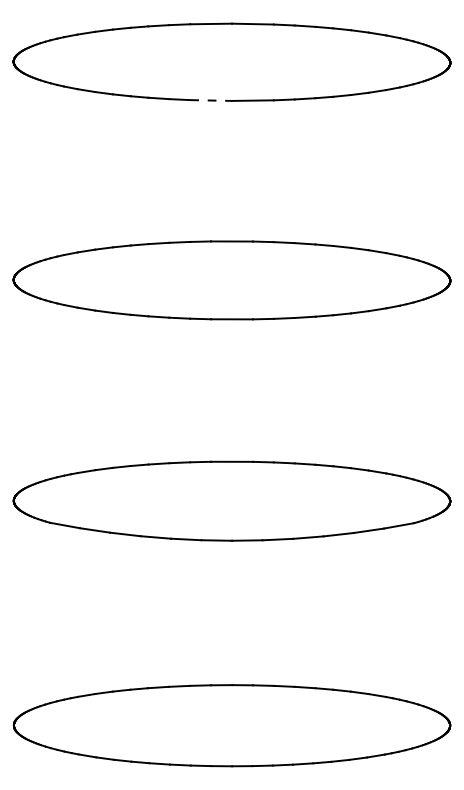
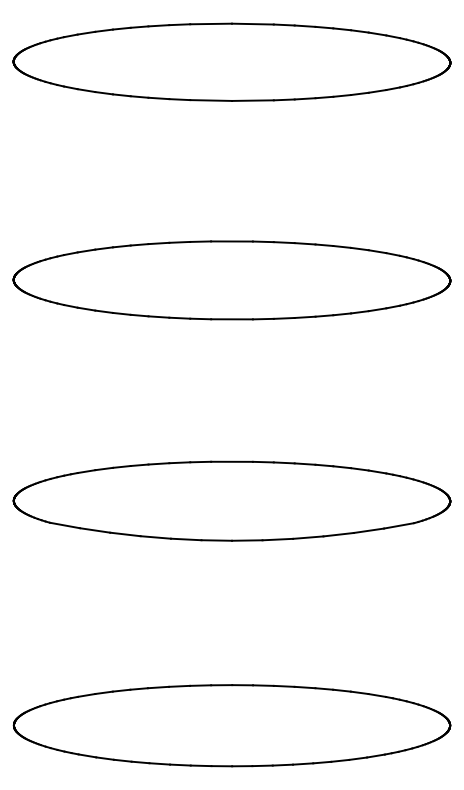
line at (211, 100): dashed -> solid
